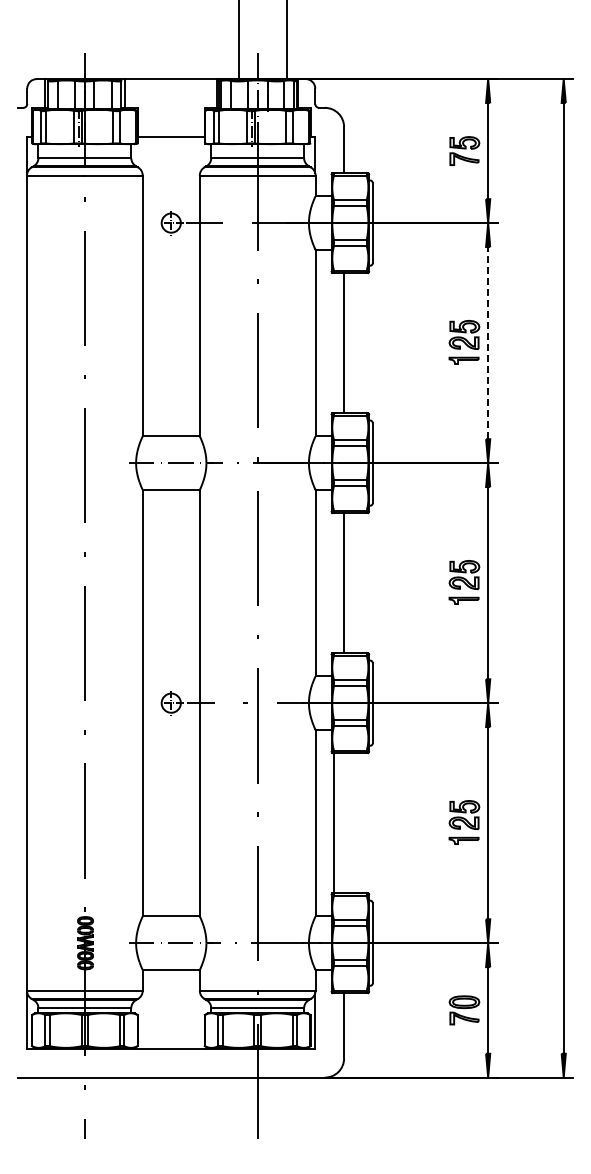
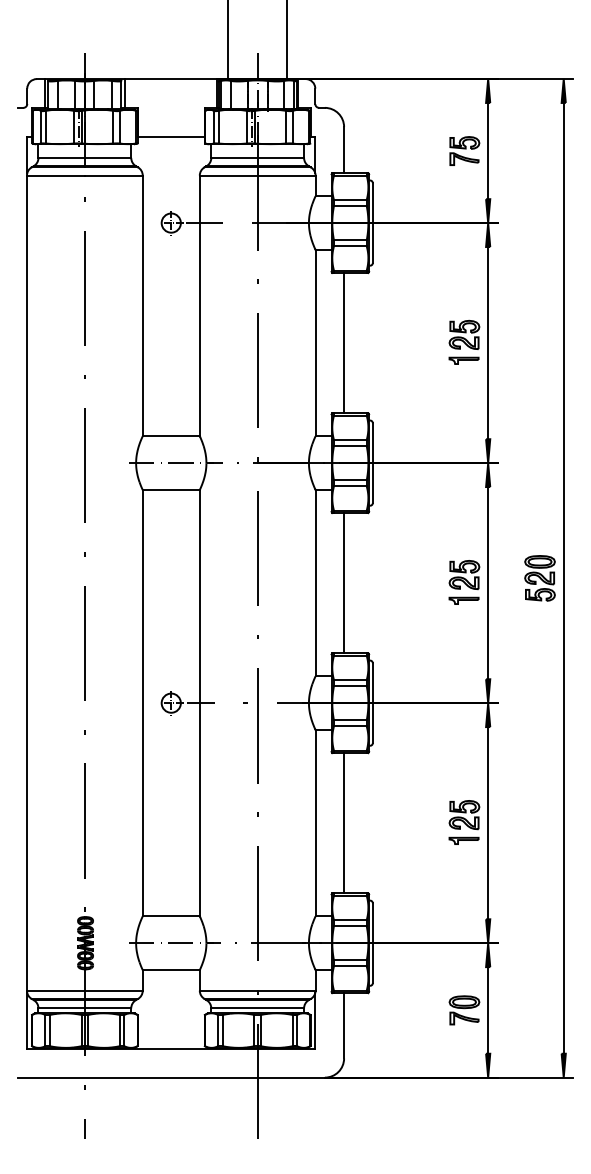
line at (239, 41) position: (239, 41) -> (228, 41)
line at (488, 342): dashed -> solid
part at (539, 578): none -> present
line at (334, 823) position: (334, 823) -> (344, 823)
